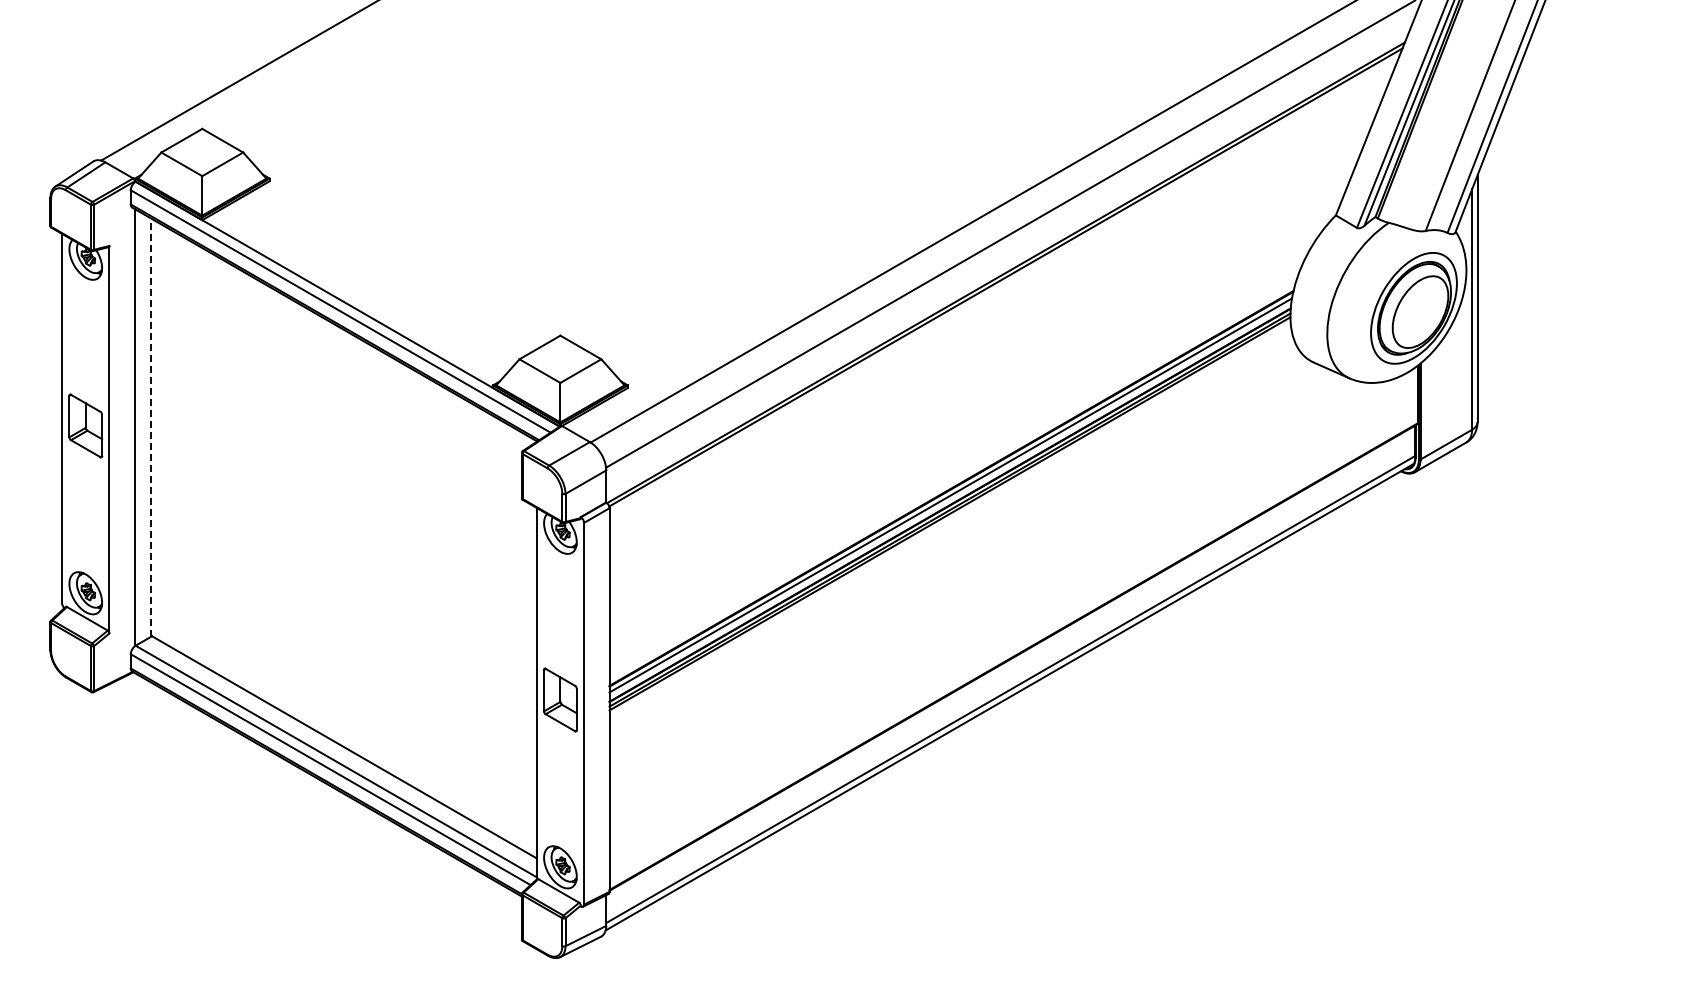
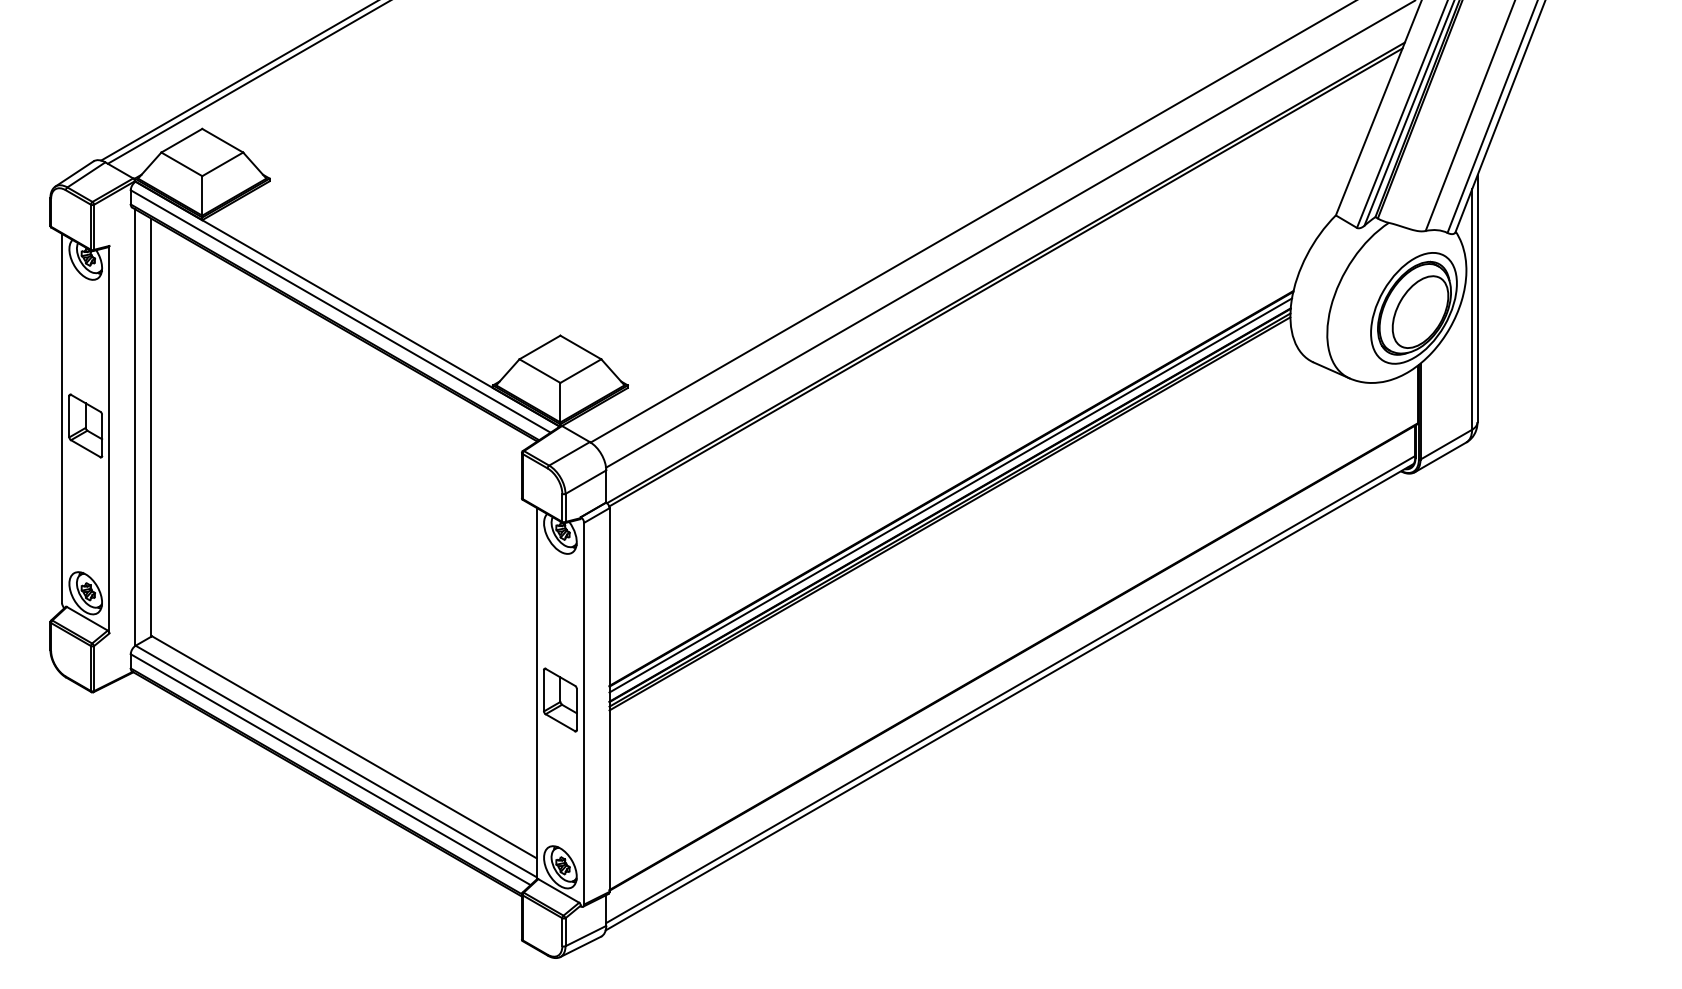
line at (247, 82): none -> present
line at (151, 427): dashed -> solid
